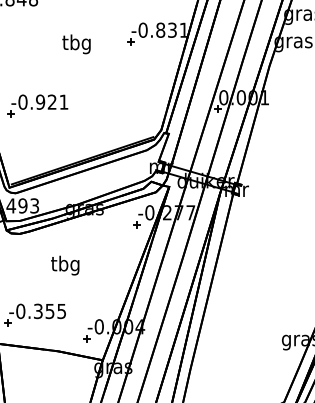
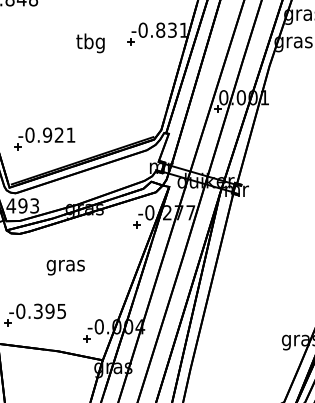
text at (76, 44) position: (76, 44) -> (90, 43)
part at (37, 105) position: (37, 105) -> (44, 138)
text at (65, 265): tbg -> gras
text at (49, 310): -0.355 -> -0.395
